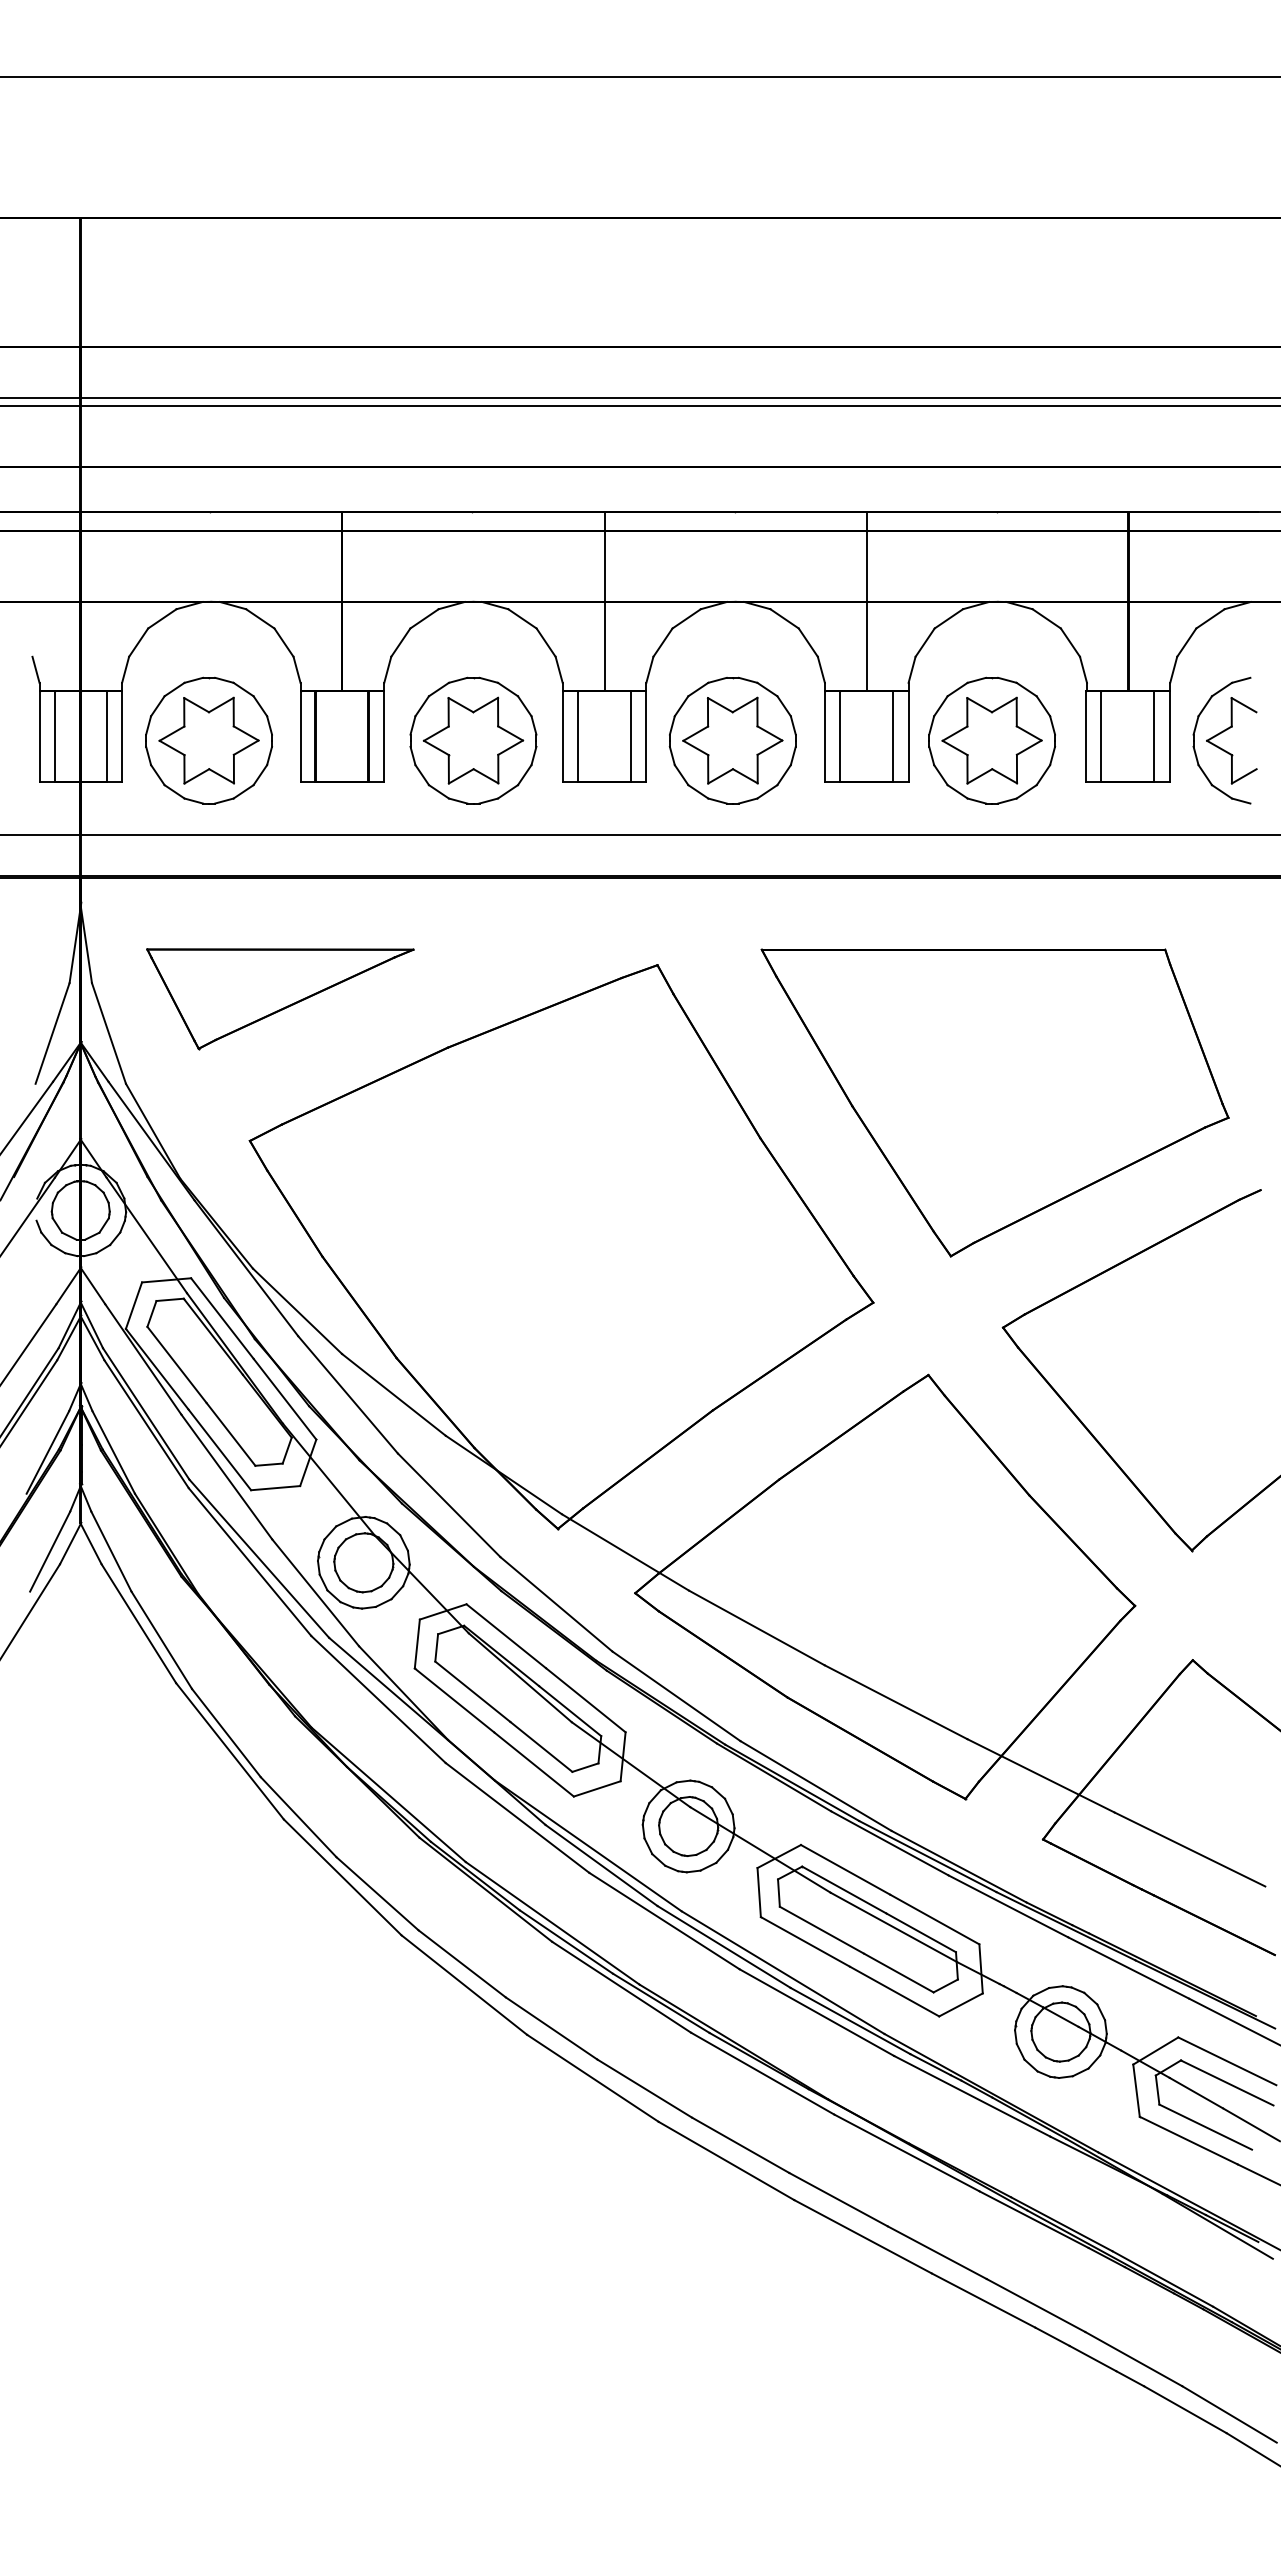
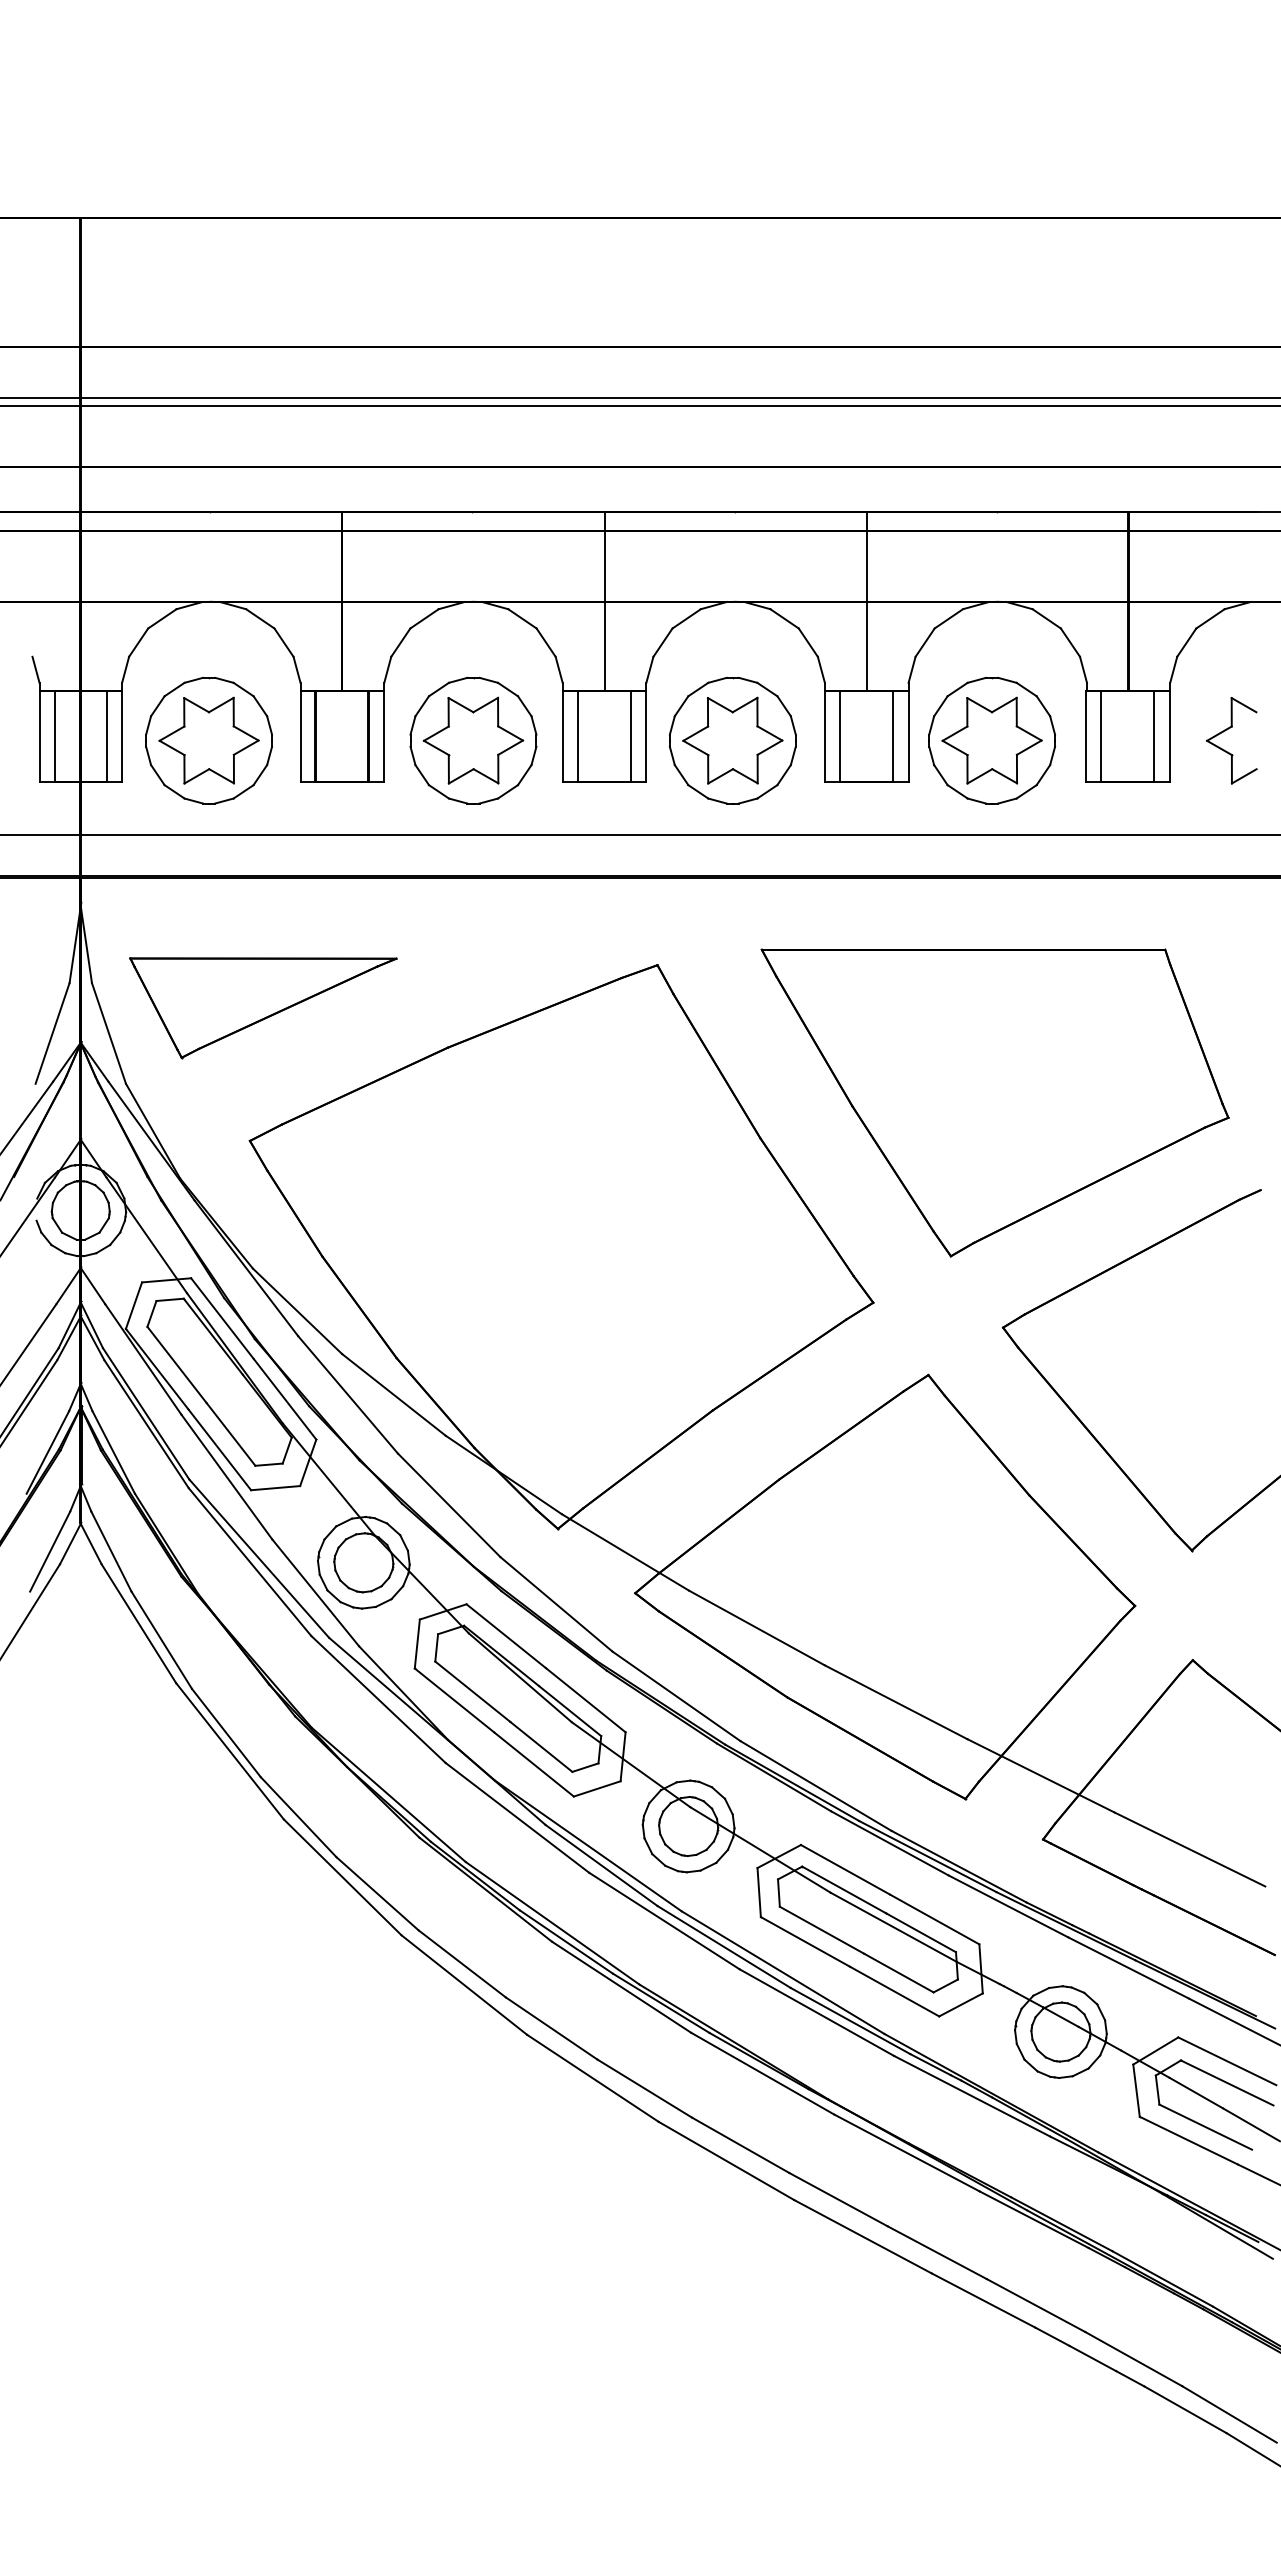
line at (639, 77): present -> none
part at (1194, 740): present -> none
part at (280, 999) position: (280, 999) -> (263, 1008)
